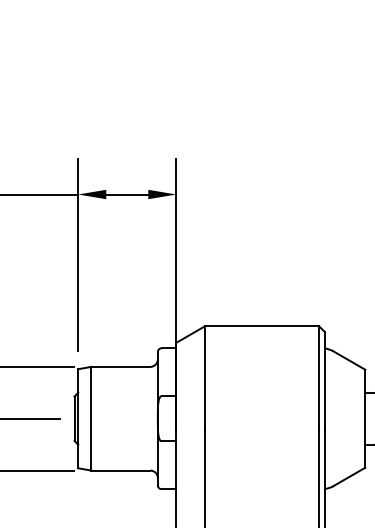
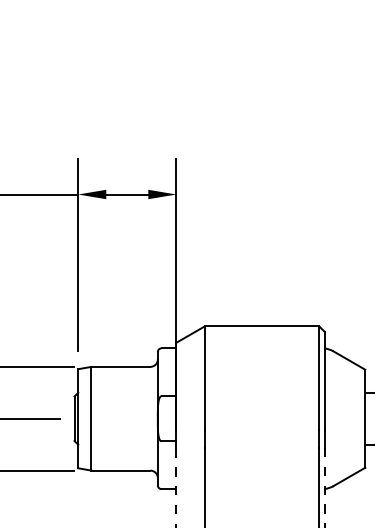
line at (176, 487): solid -> dashed
line at (324, 487): solid -> dashed
